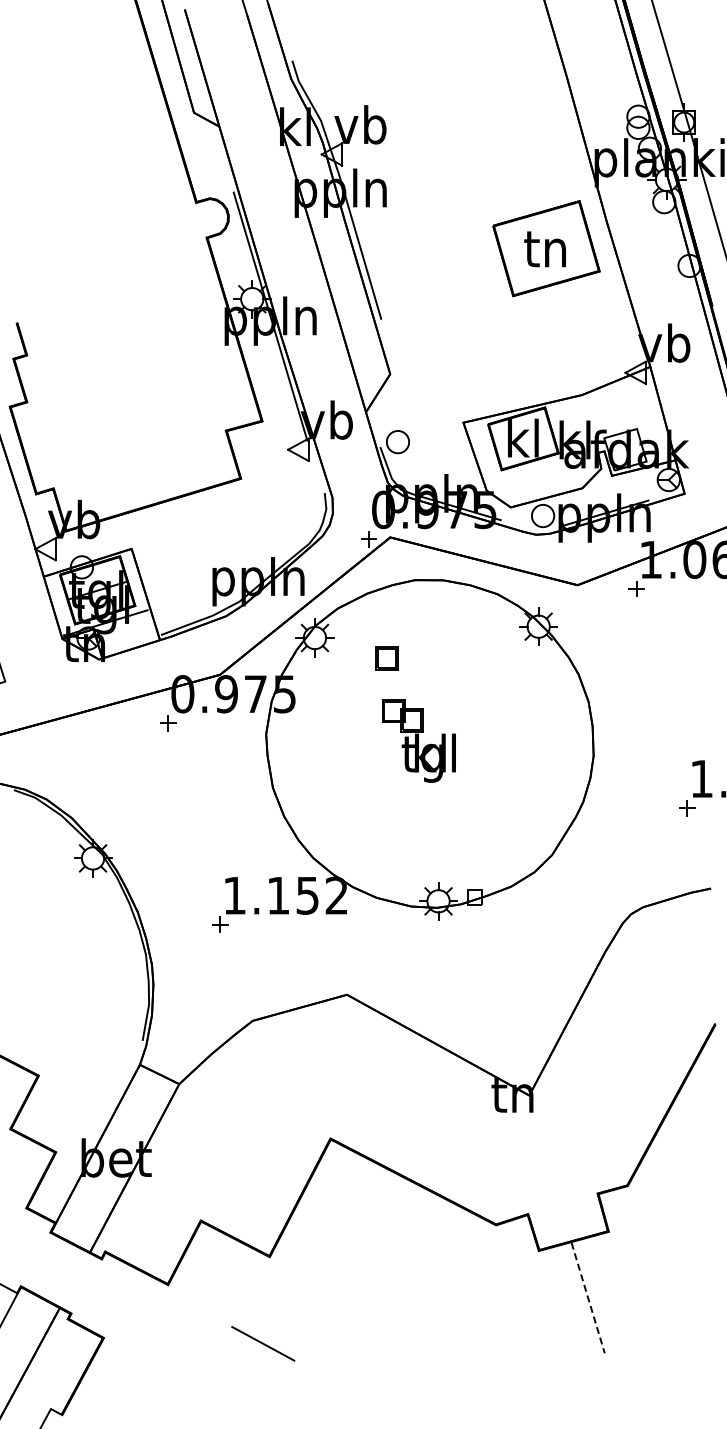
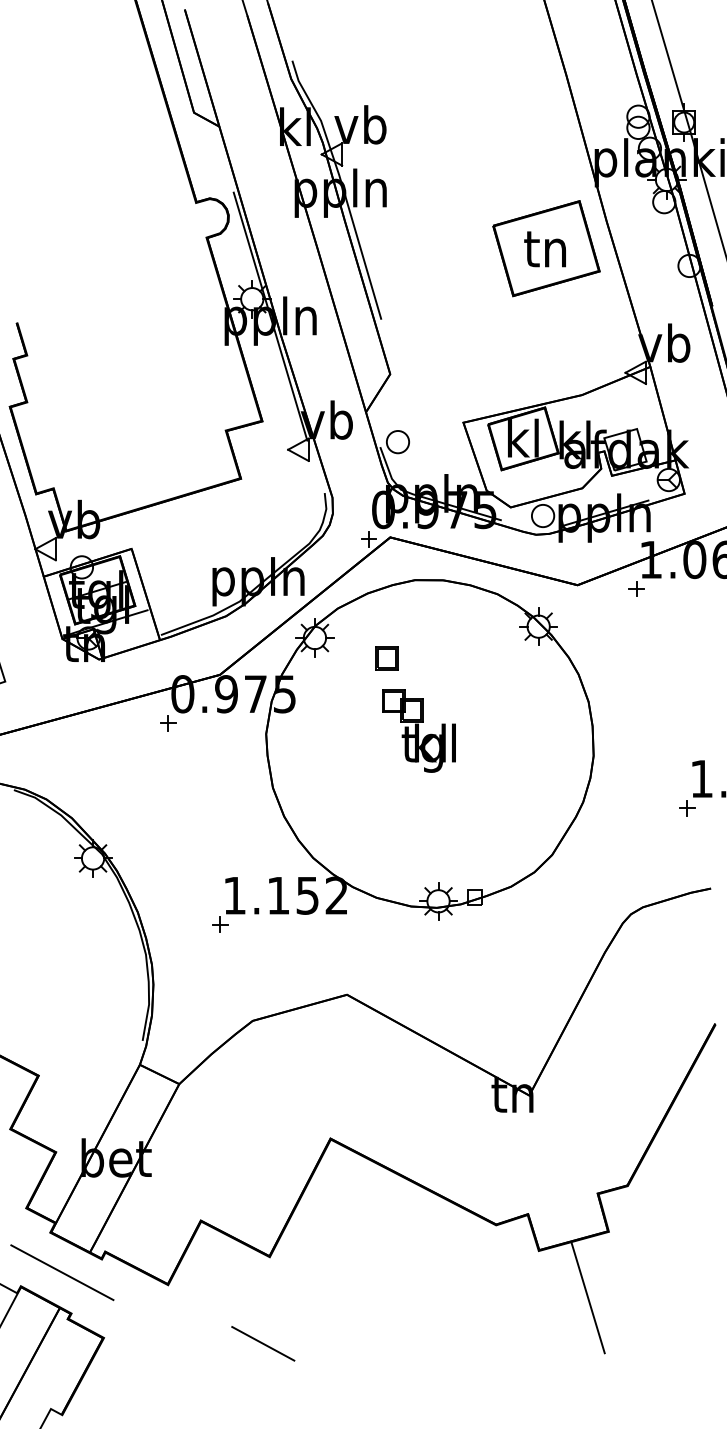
part at (418, 740) position: (418, 740) -> (418, 730)
line at (62, 1272): none -> present
line at (588, 1298): dashed -> solid
